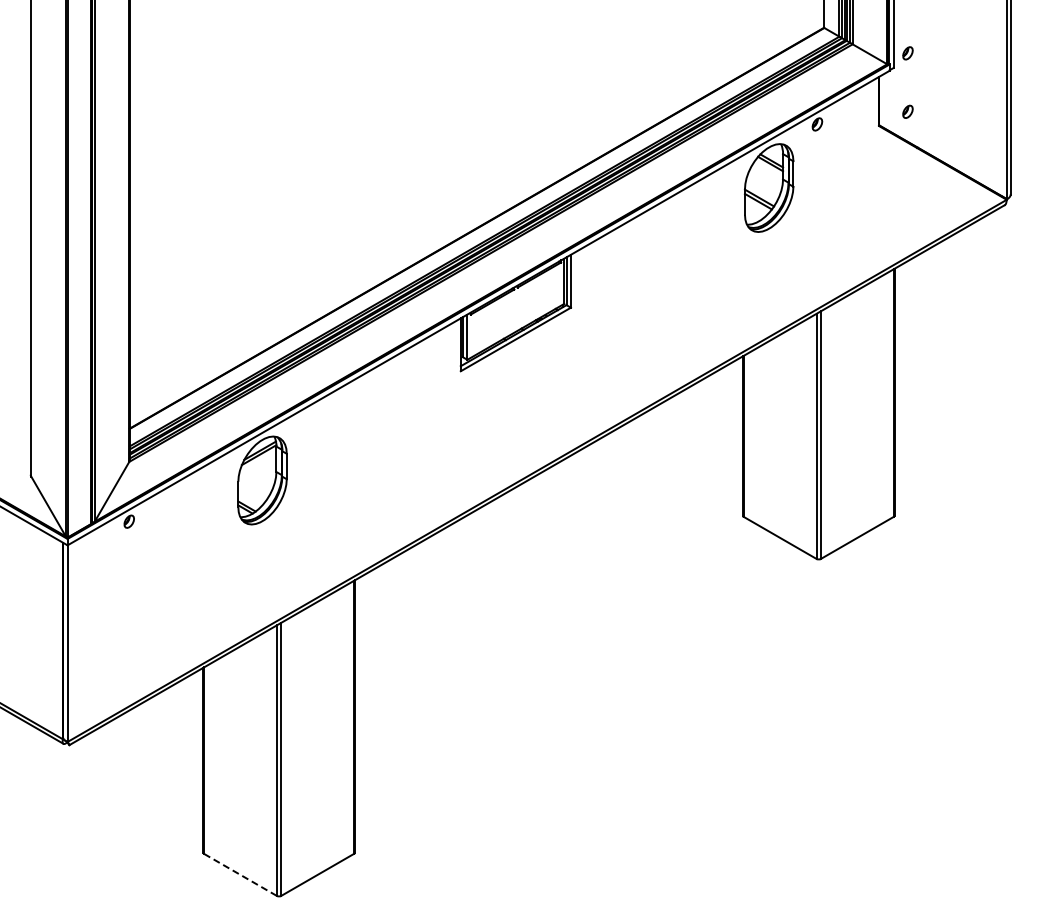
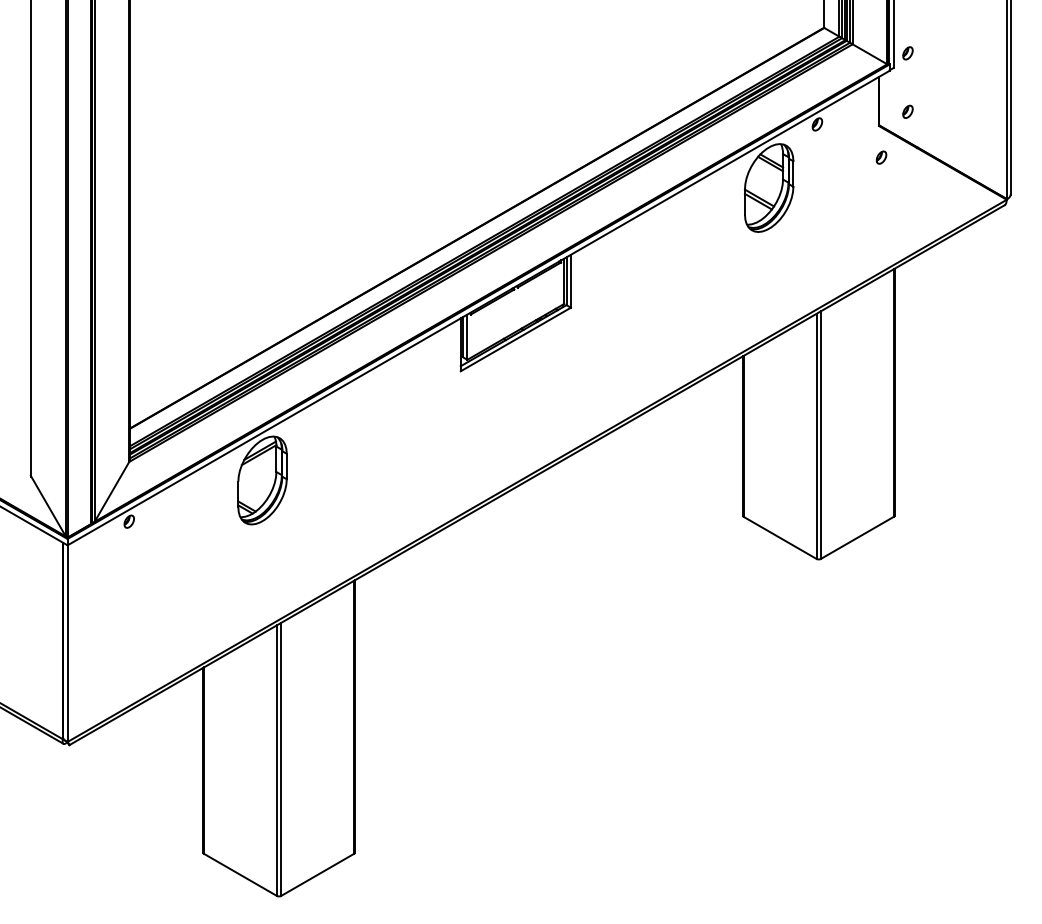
part at (881, 157): none -> present
line at (240, 874): dashed -> solid
